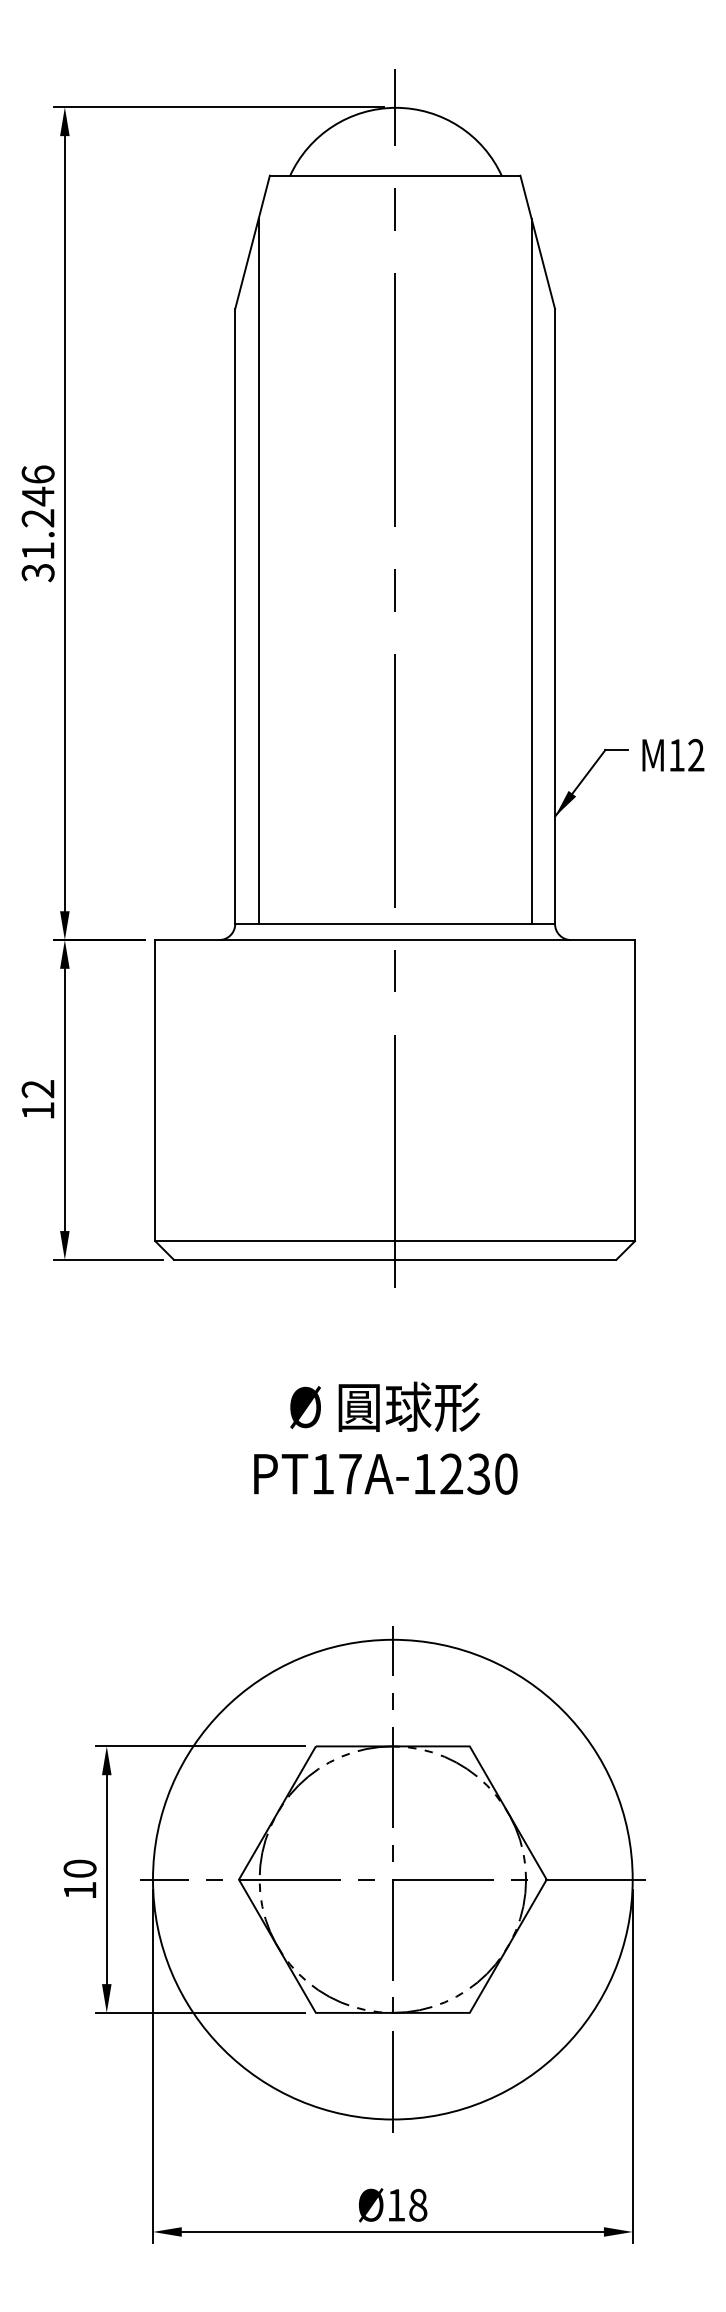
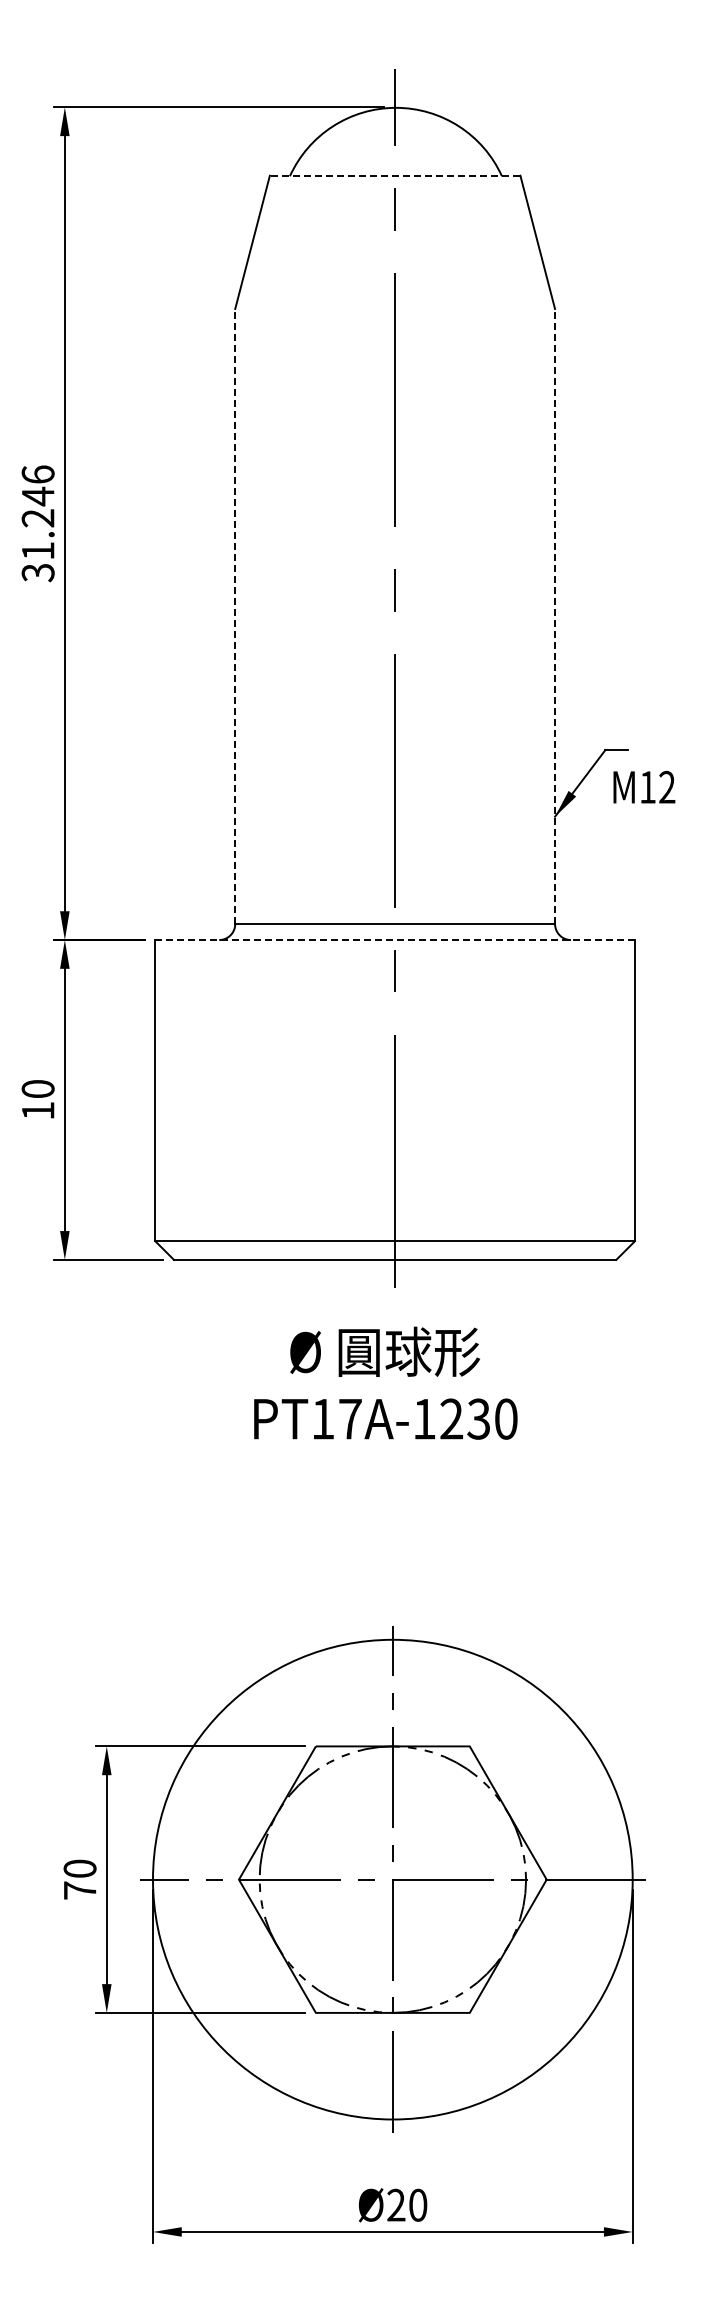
line at (394, 175): solid -> dashed
line at (258, 571): present -> none
line at (531, 571): present -> none
line at (235, 616): solid -> dashed
line at (555, 616): solid -> dashed
text at (673, 754) position: (673, 754) -> (644, 786)
line at (395, 940): solid -> dashed
text at (37, 1089): 12 -> 10
text at (385, 1437) position: (385, 1437) -> (385, 1382)
text at (80, 1890): 10 -> 70
text at (407, 2204): Ø18 -> Ø20
